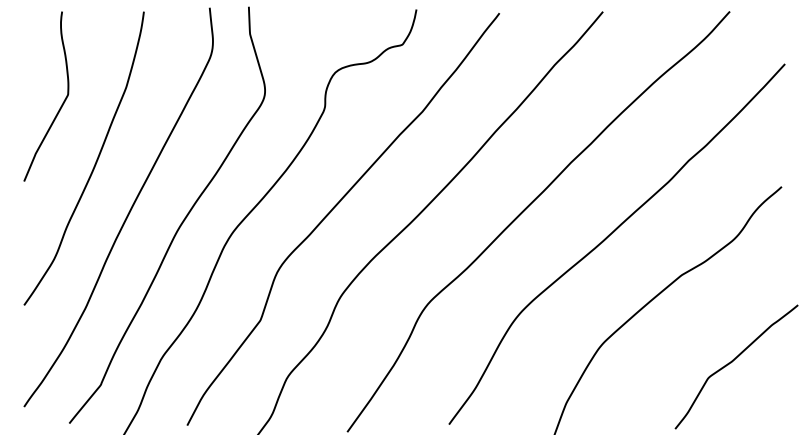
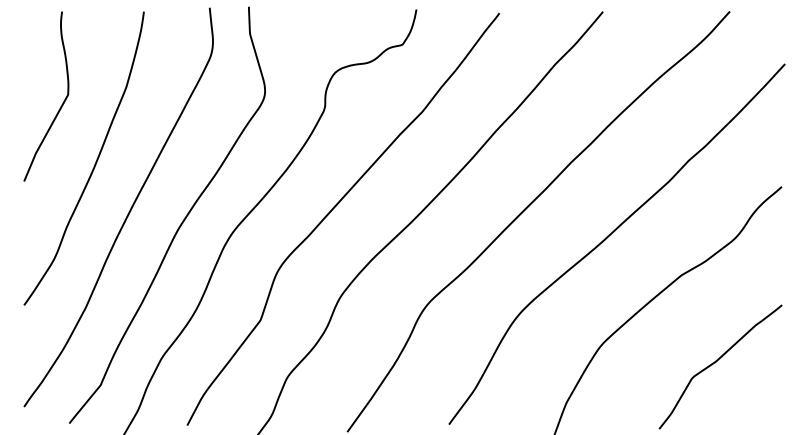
curve at (732, 362) position: (732, 362) -> (716, 362)
